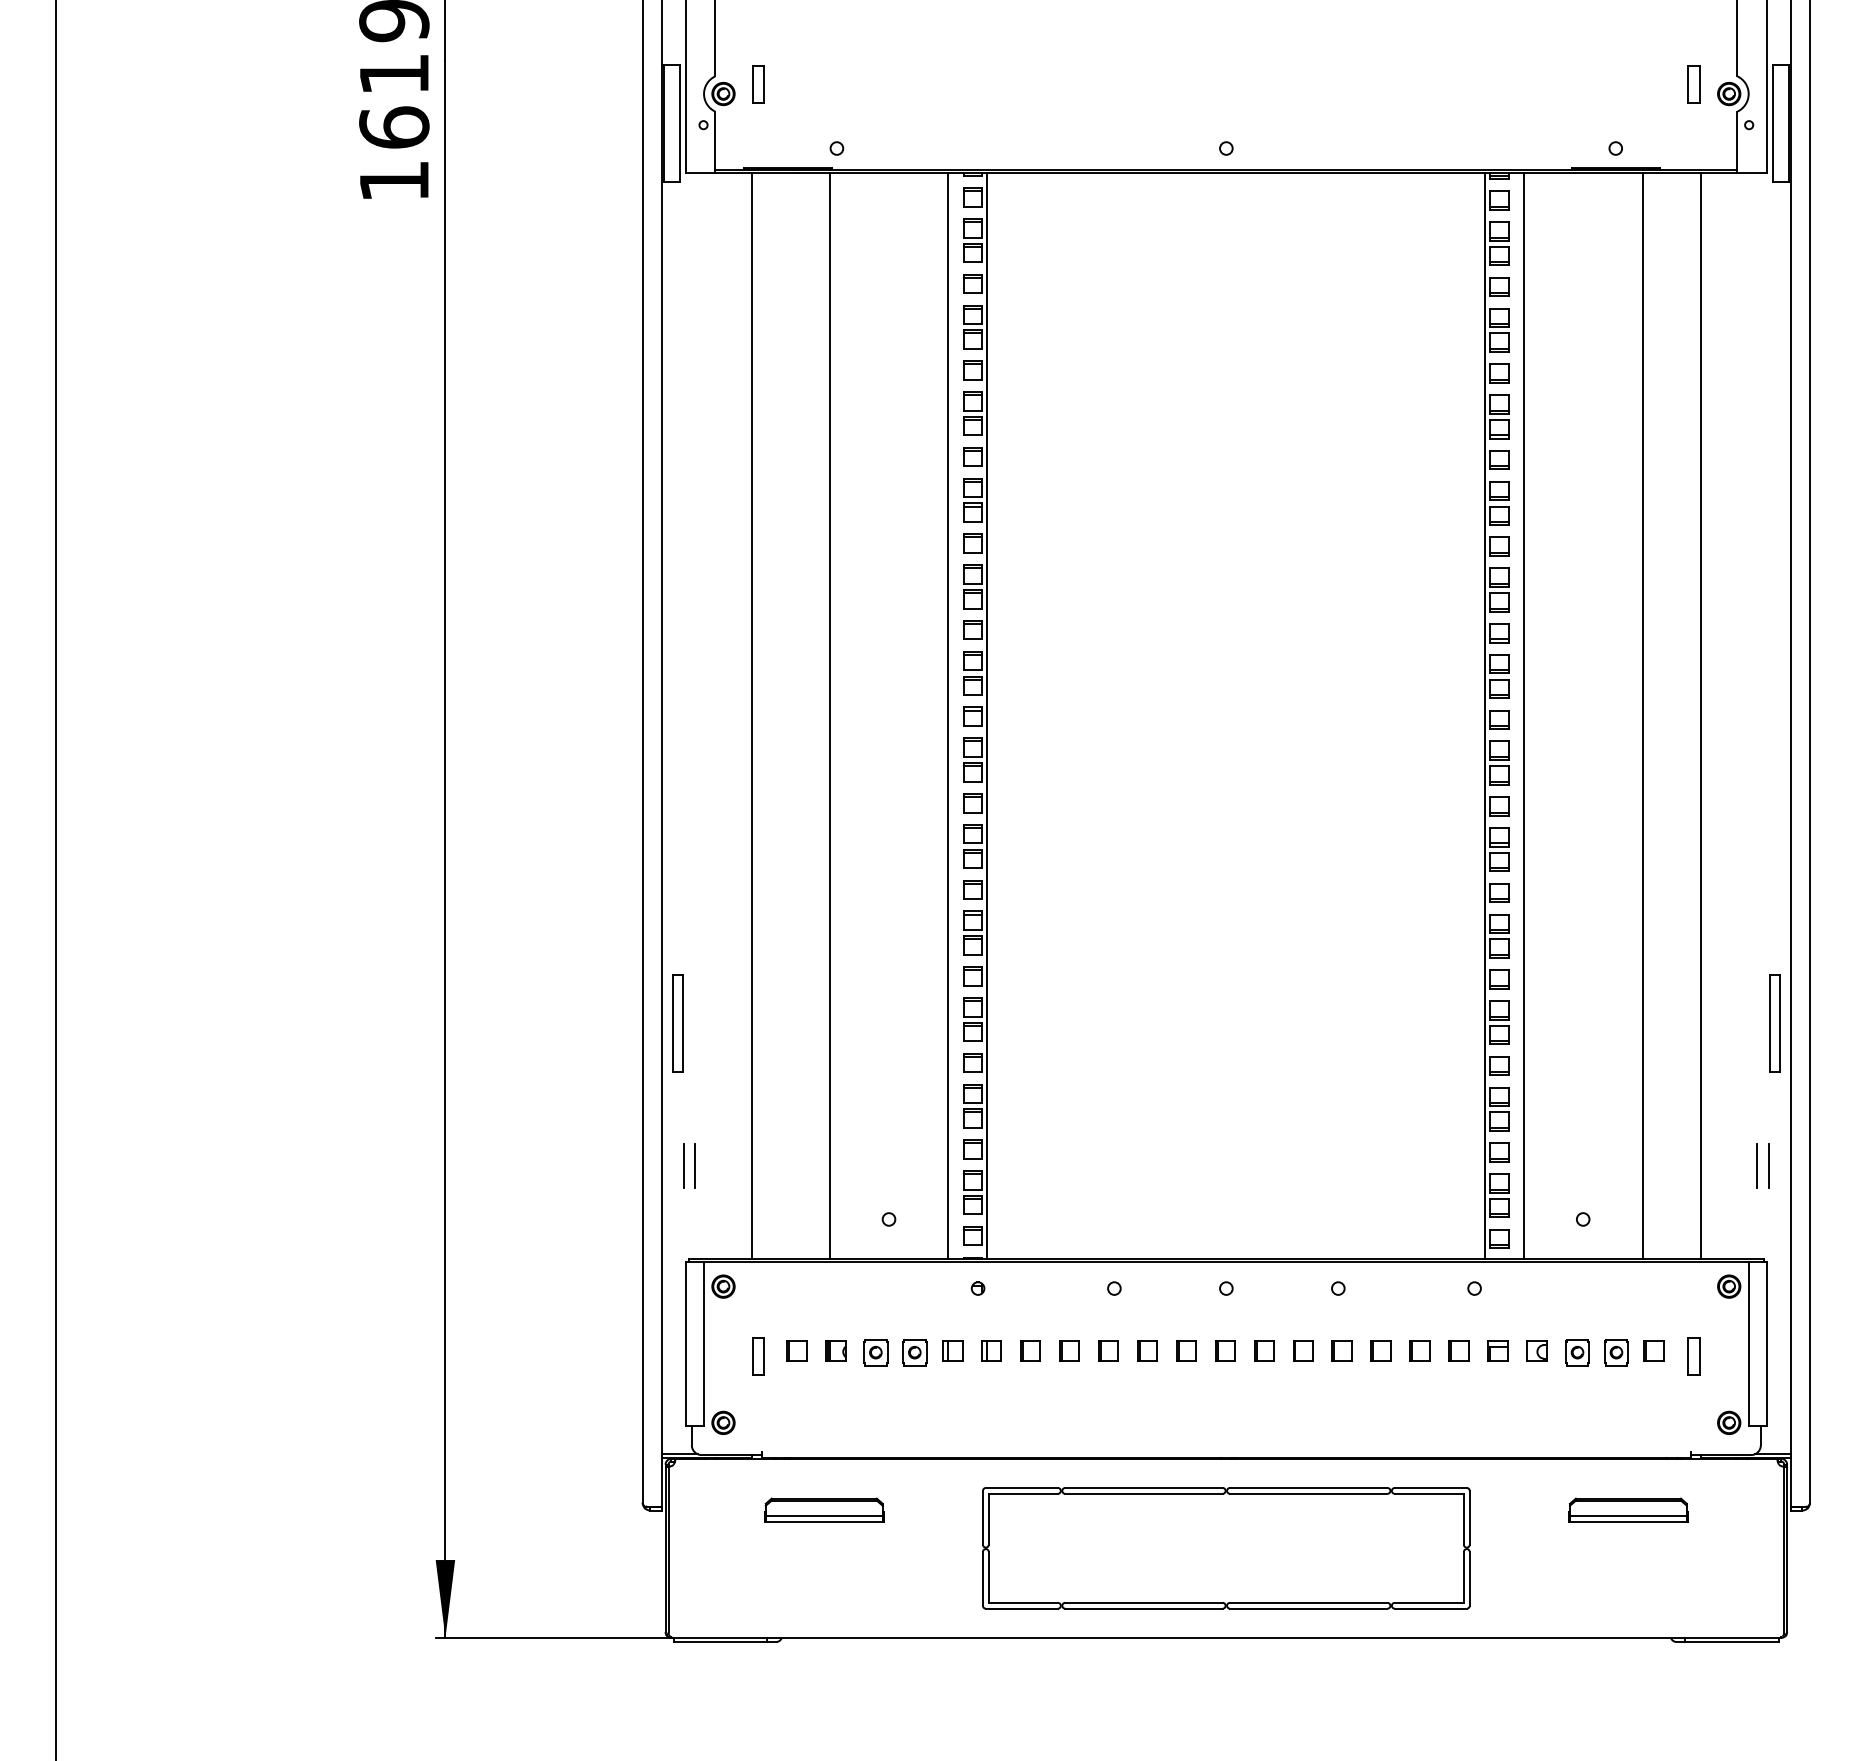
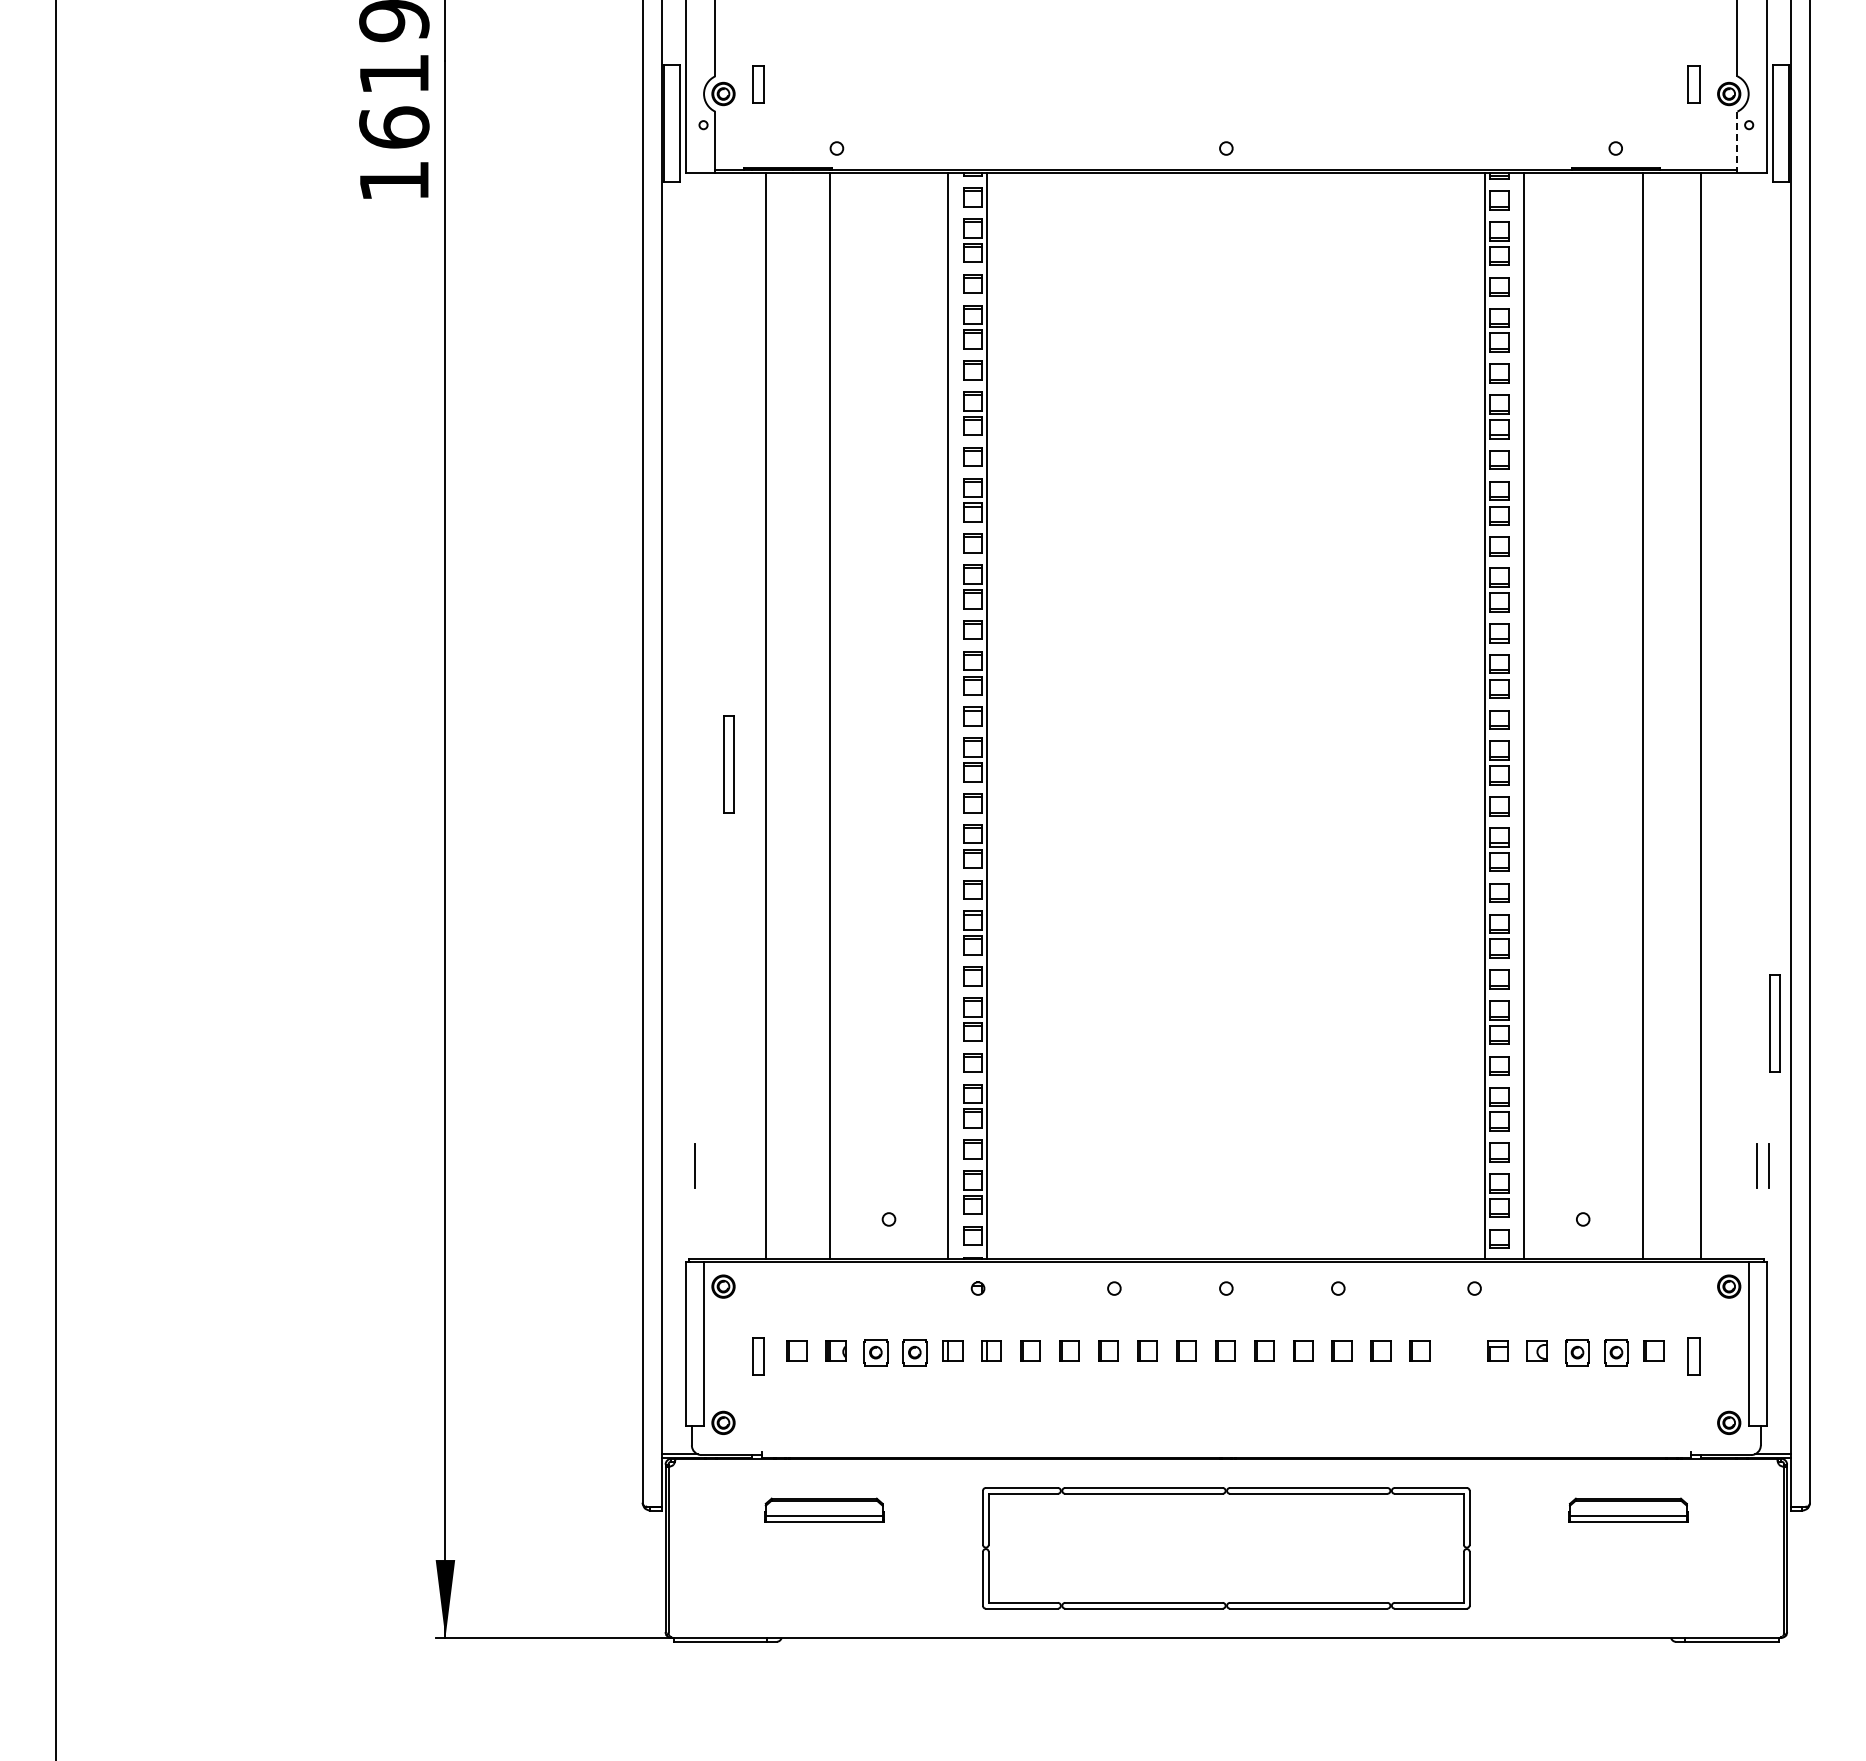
line at (1737, 142): solid -> dashed
line at (751, 715) position: (751, 715) -> (765, 715)
part at (677, 1023) position: (677, 1023) -> (728, 764)
line at (683, 1165): present -> none
part at (1458, 1350): present -> none
